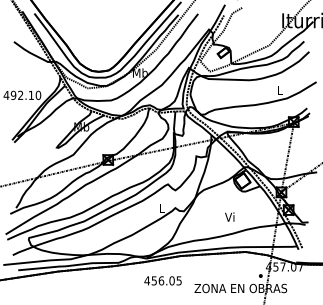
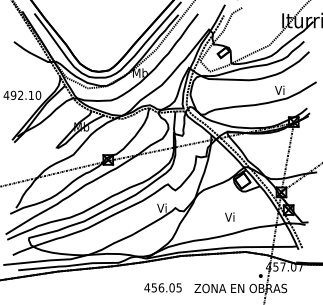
text at (279, 89): L -> Vi
text at (161, 207): L -> Vi
text at (162, 280) position: (162, 280) -> (162, 287)
